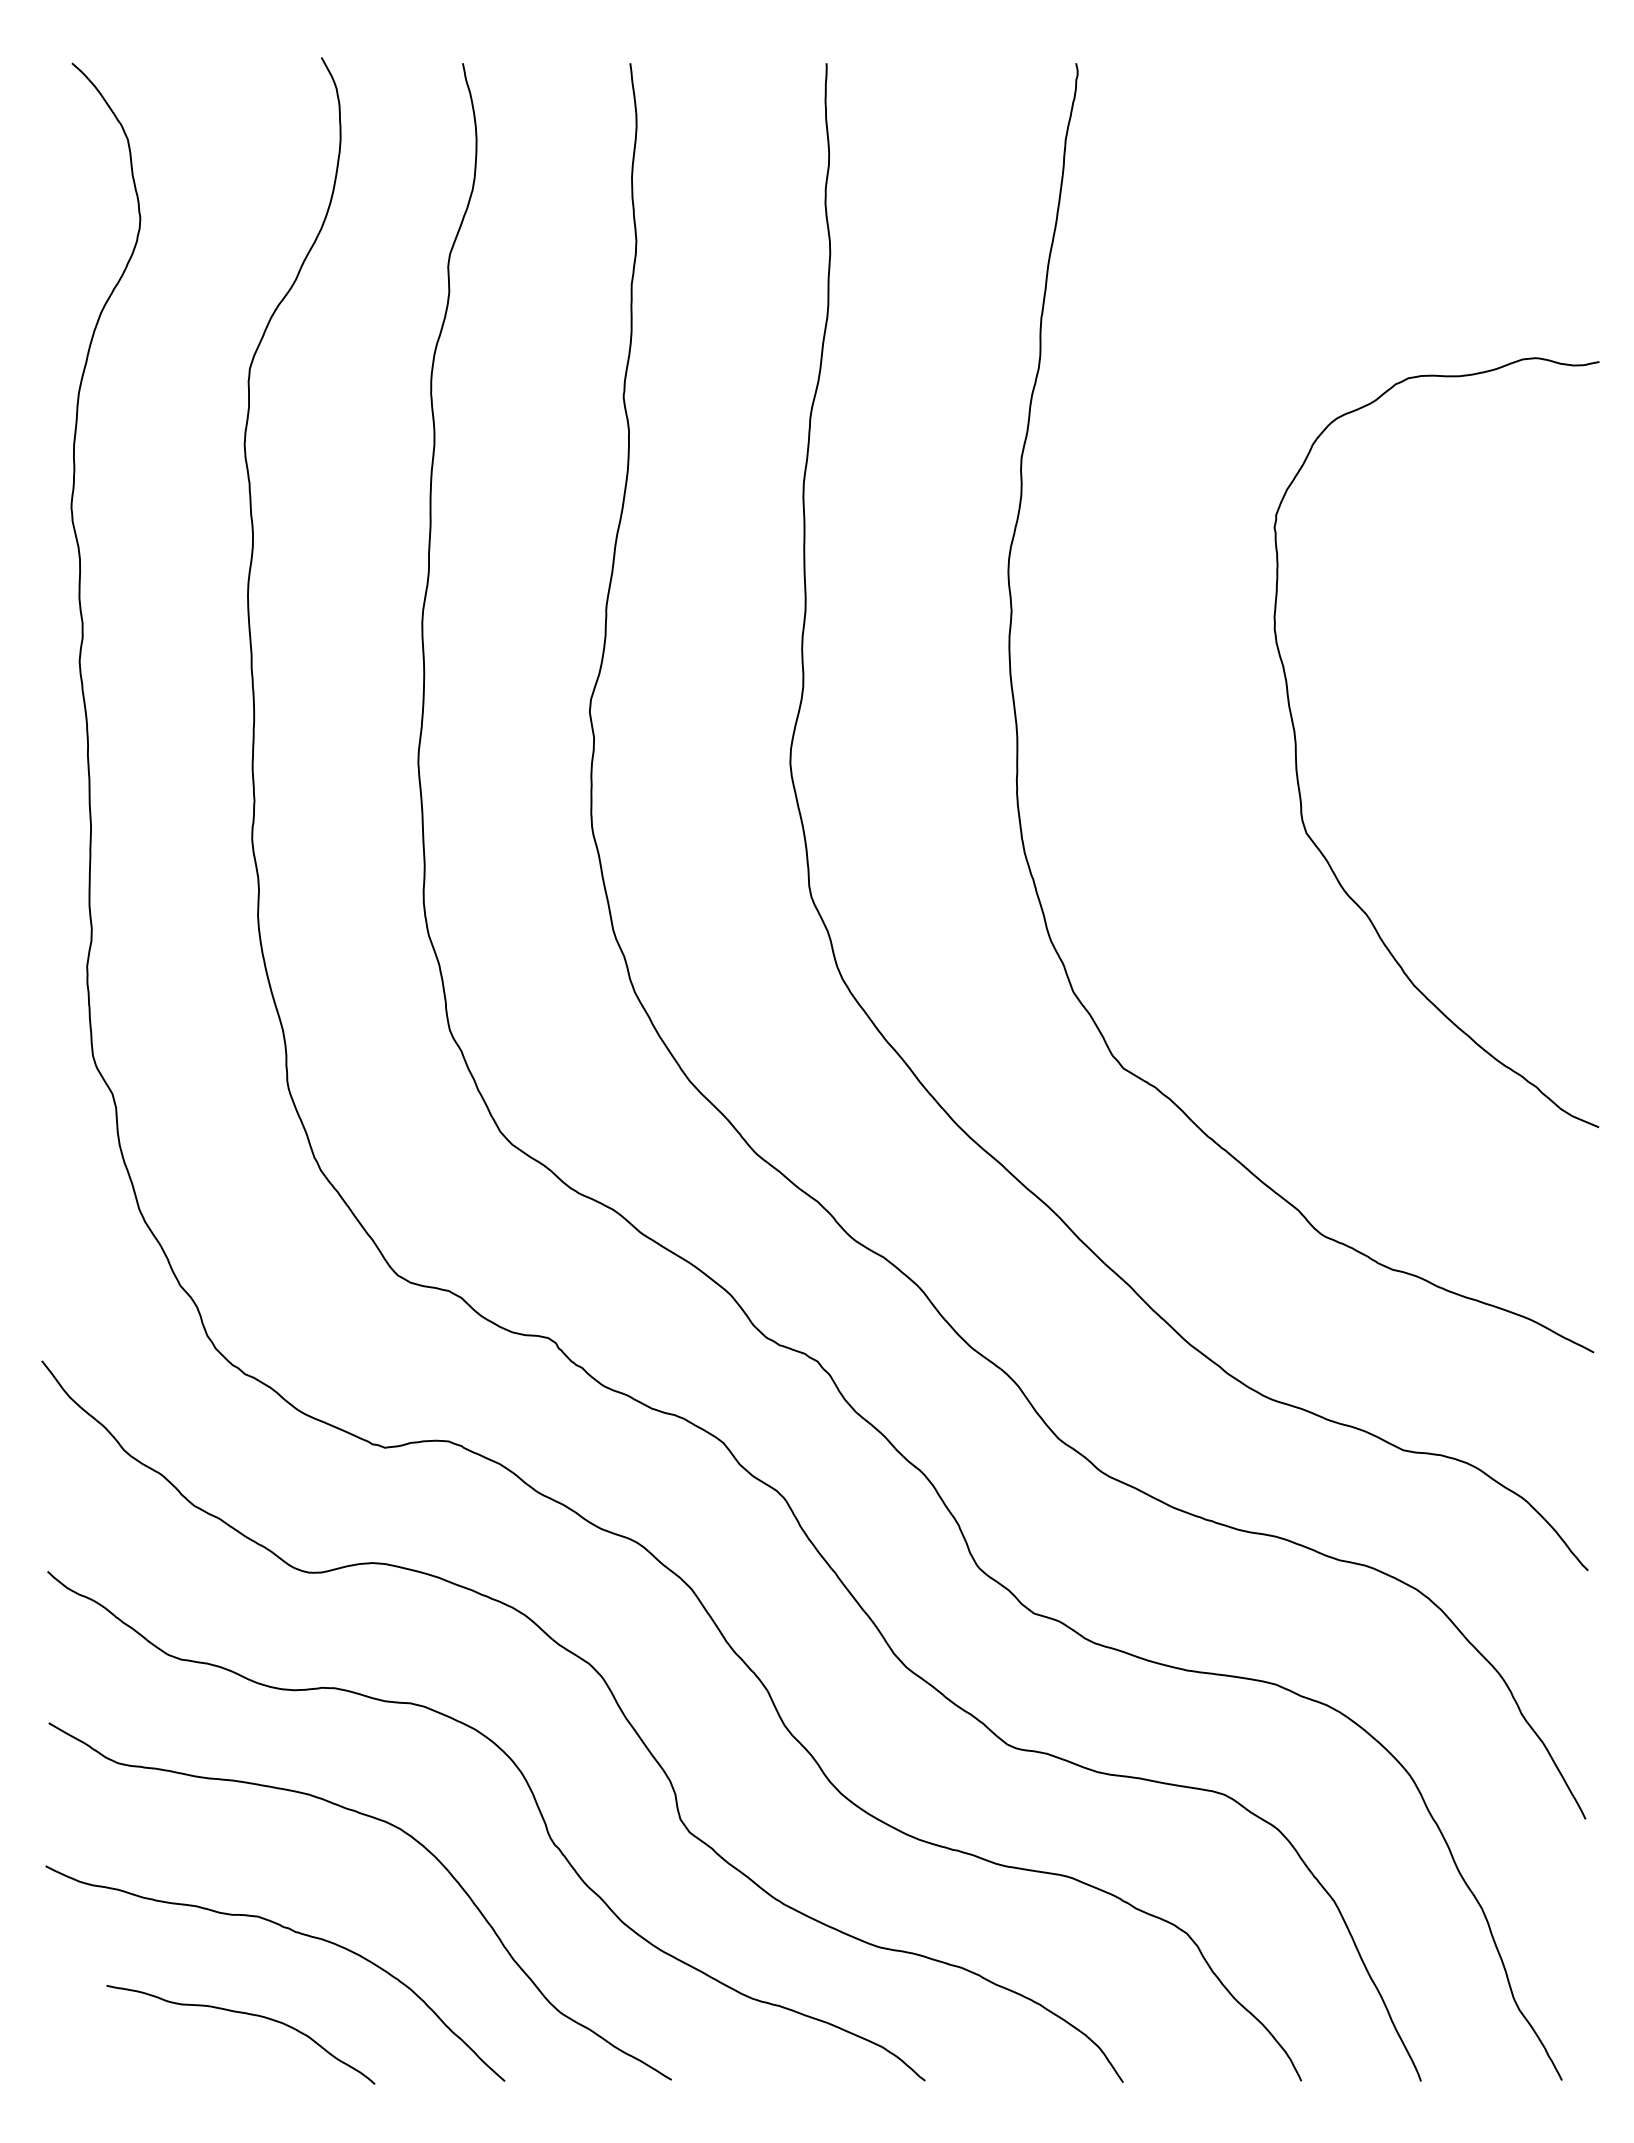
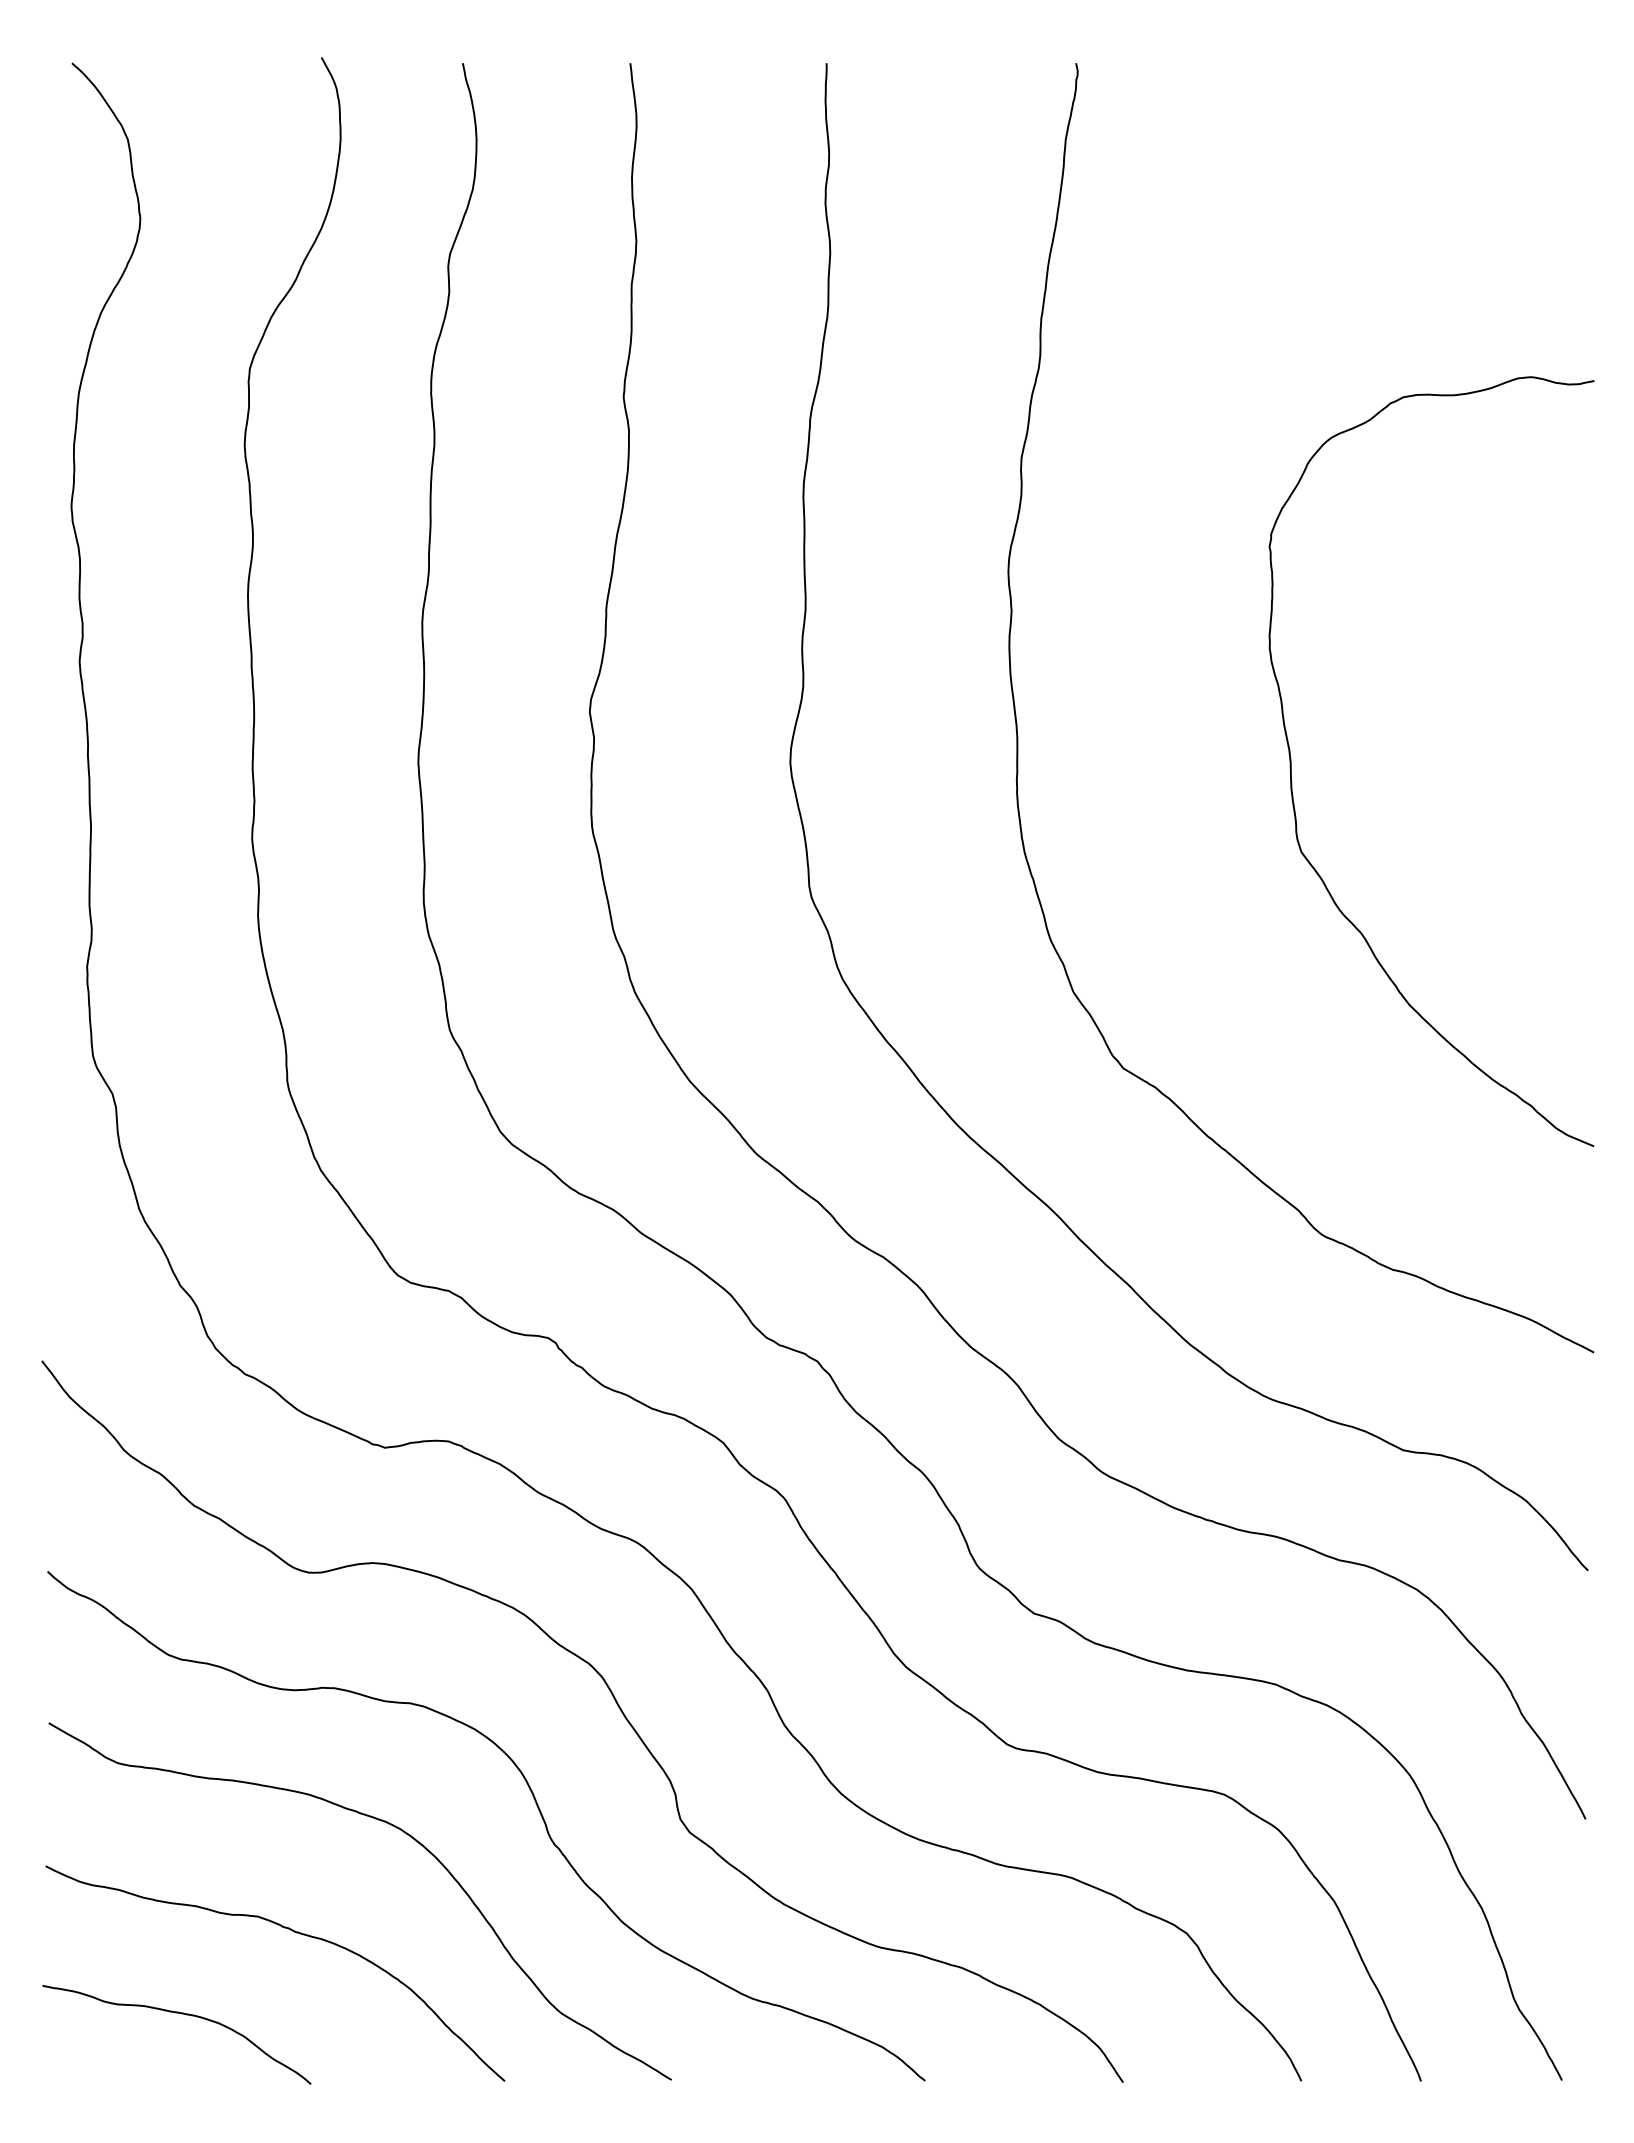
curve at (1296, 742) position: (1296, 742) -> (1291, 761)
curve at (245, 2014) position: (245, 2014) -> (181, 2014)
